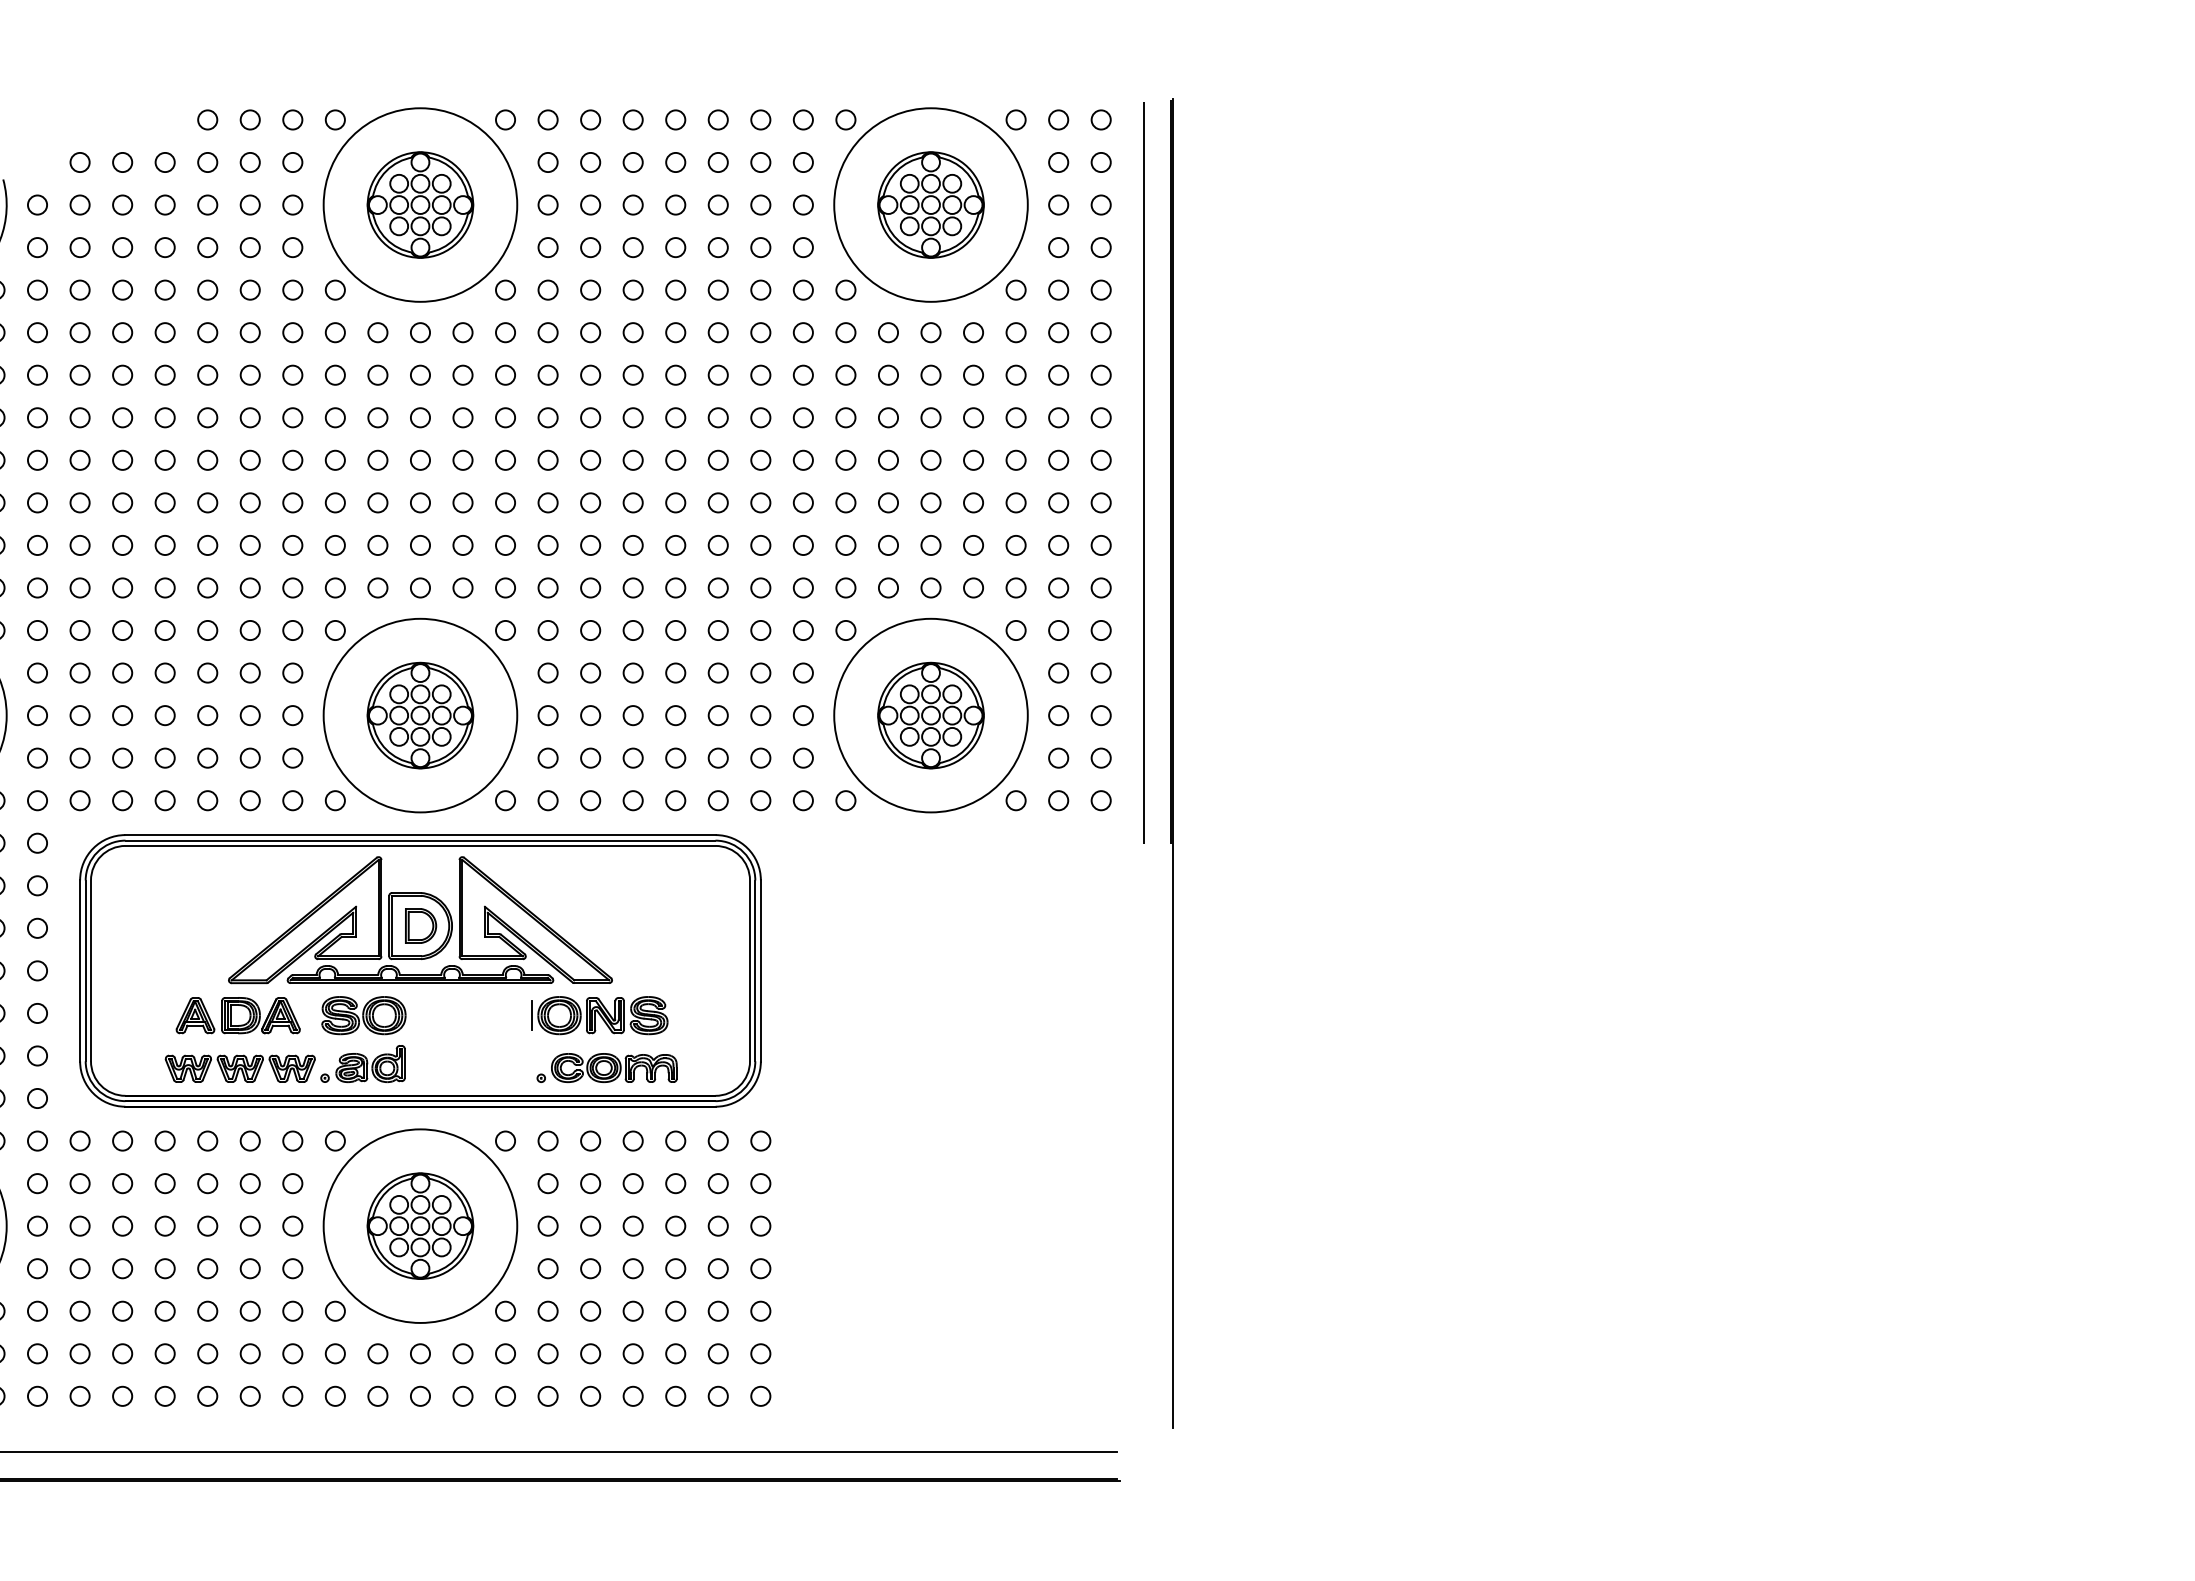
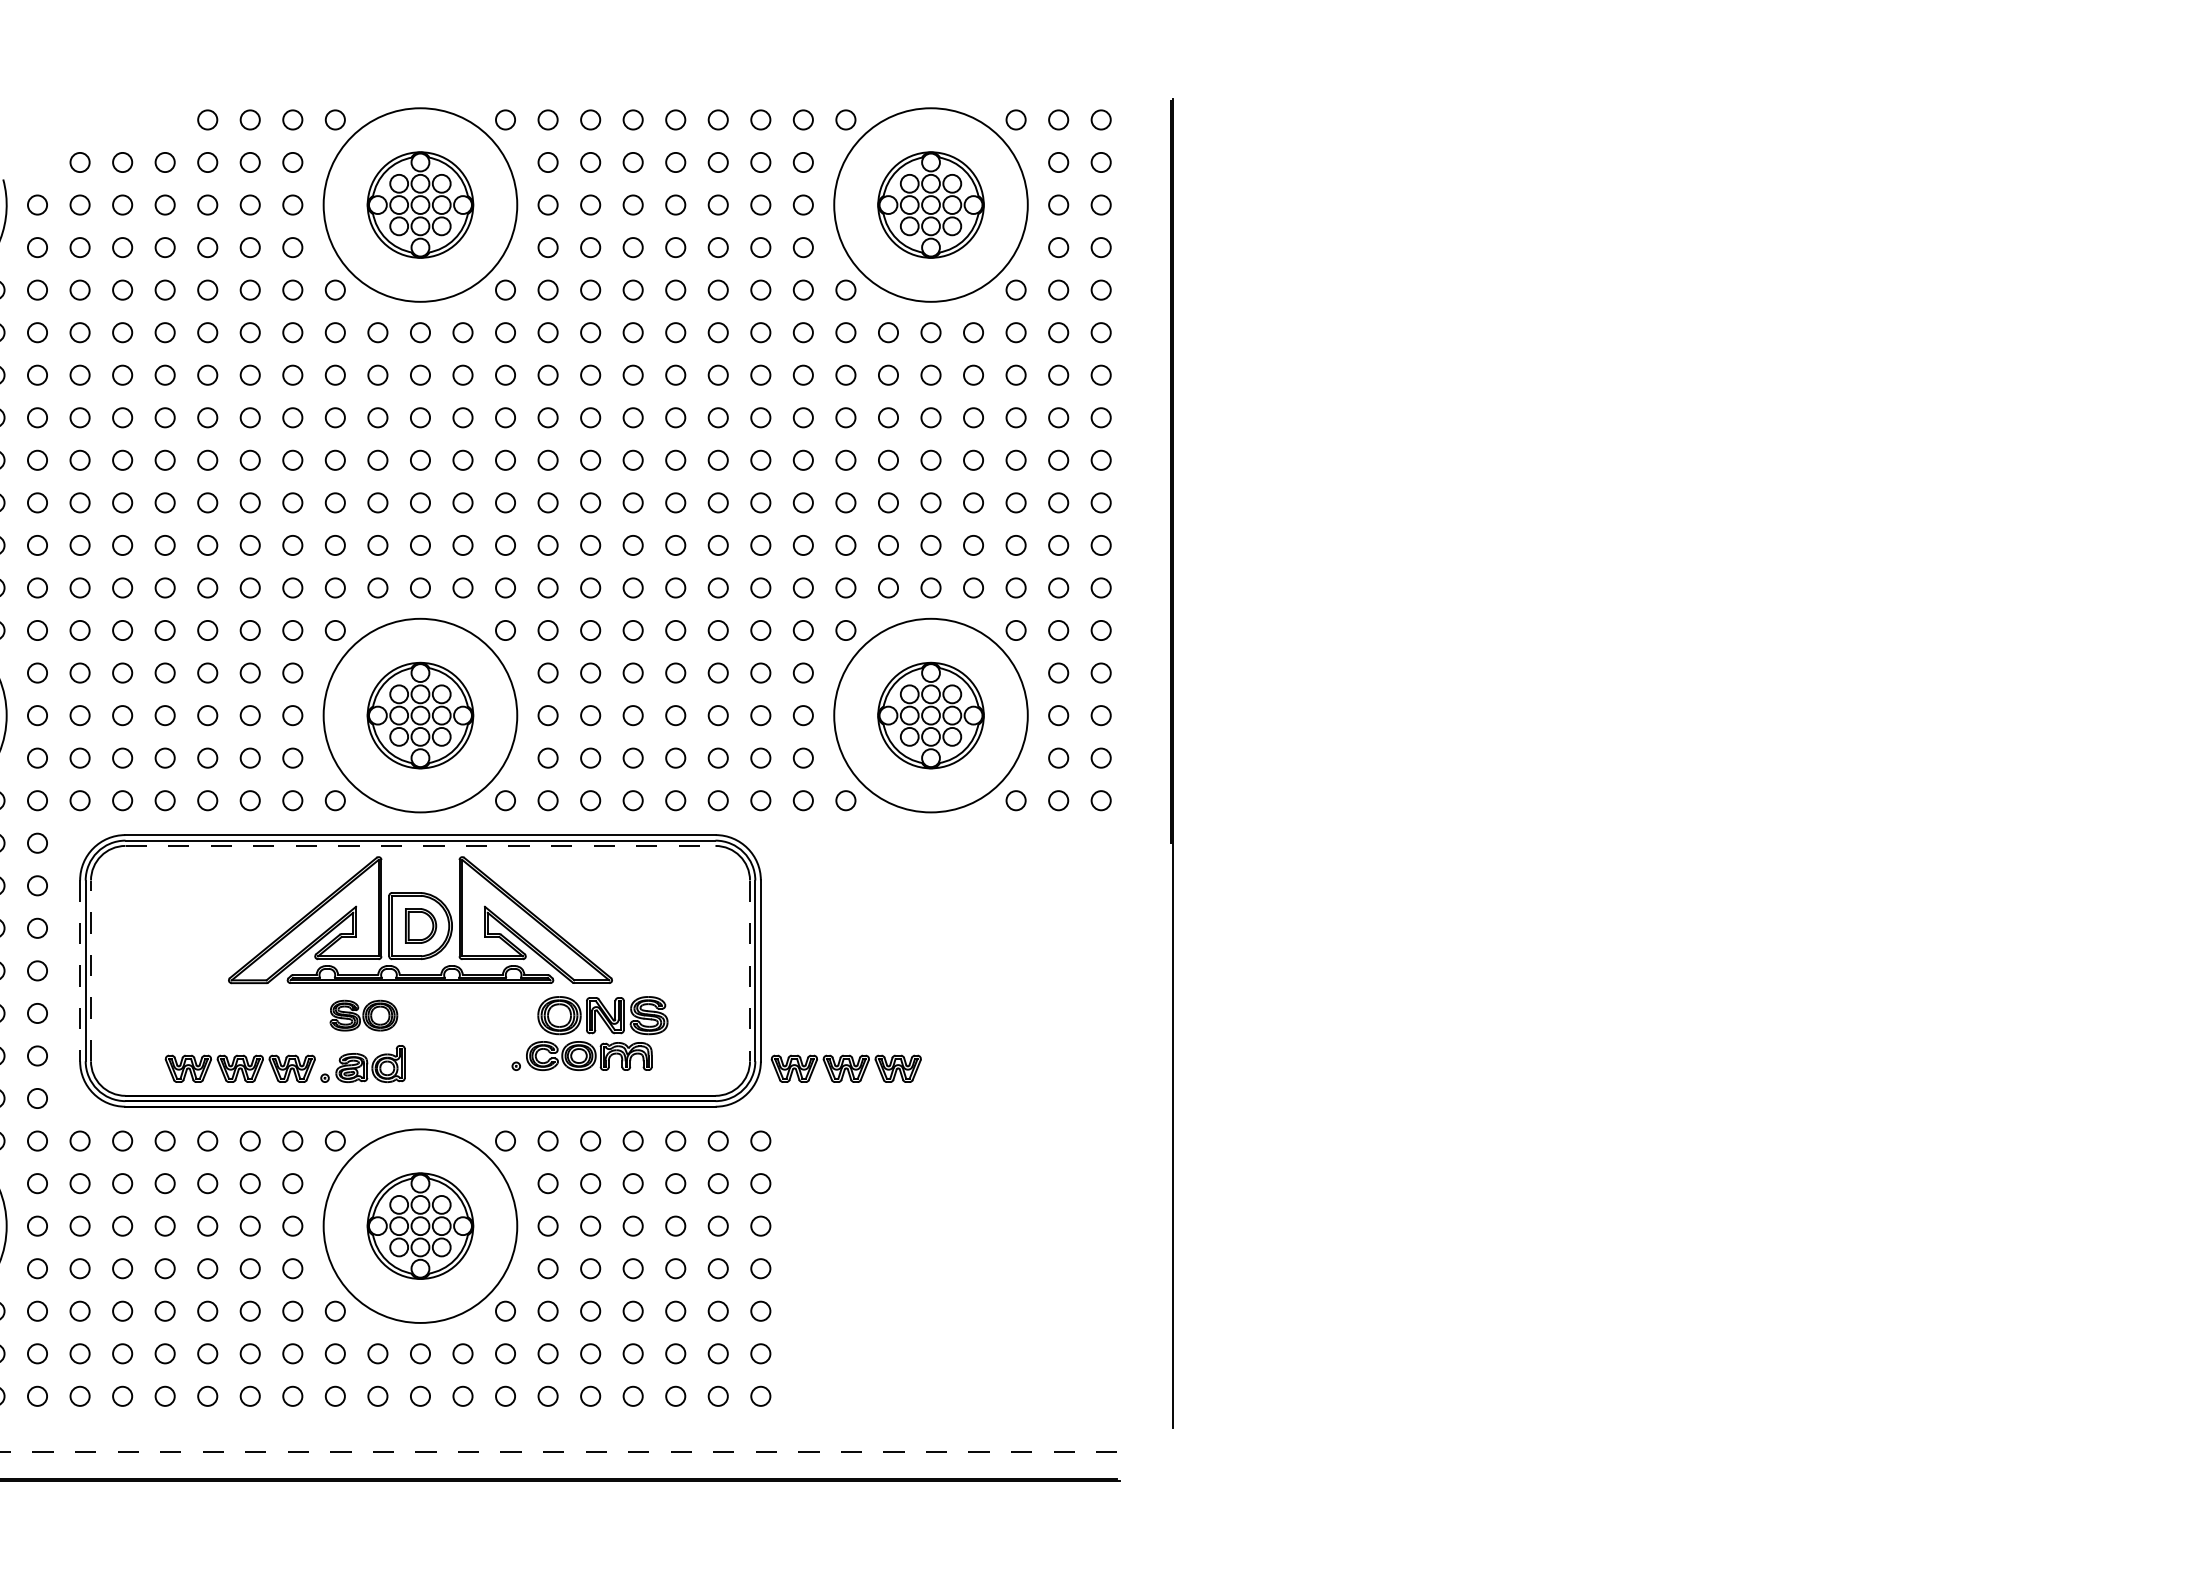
line at (1143, 472): present -> none
line at (420, 845): solid -> dashed
line at (80, 970): solid -> dashed
line at (91, 970): solid -> dashed
line at (750, 971): solid -> dashed
part at (237, 1015): present -> none
part at (363, 1015) size: 86x40 px -> 70x33 px
line at (532, 1015): present -> none
part at (606, 1067) position: (606, 1067) -> (581, 1055)
part at (845, 1068): none -> present
line at (558, 1452): solid -> dashed
